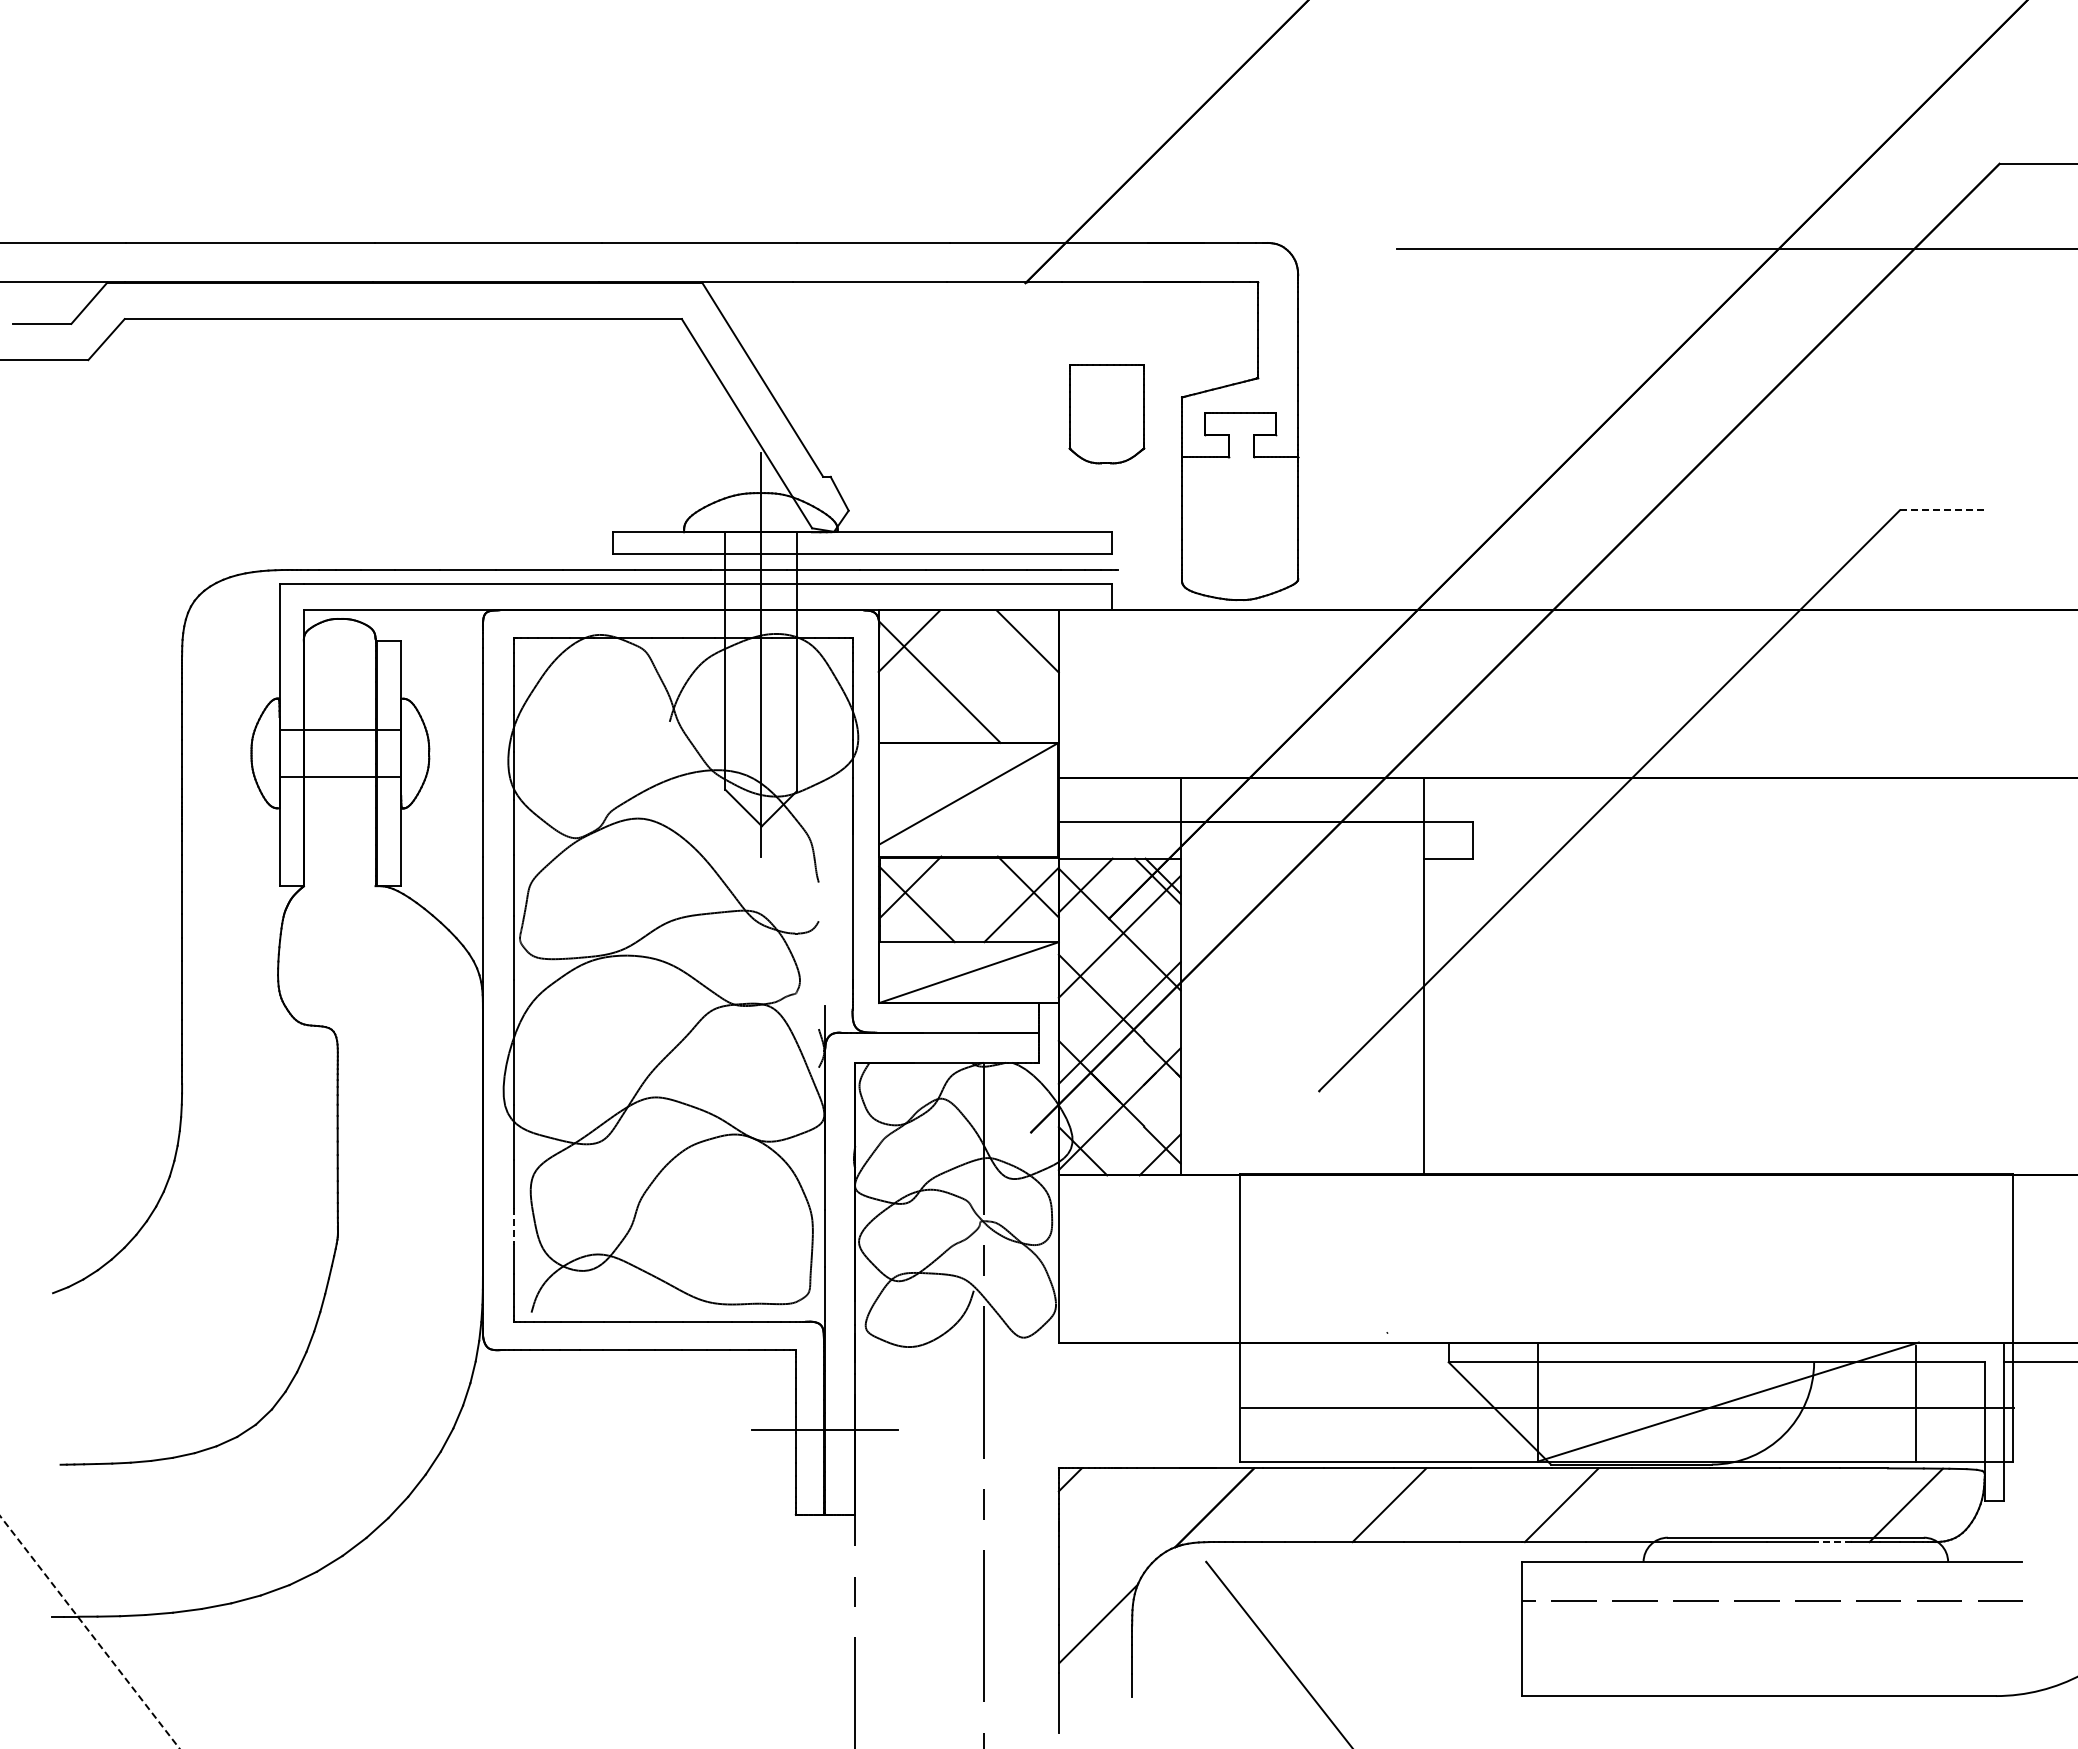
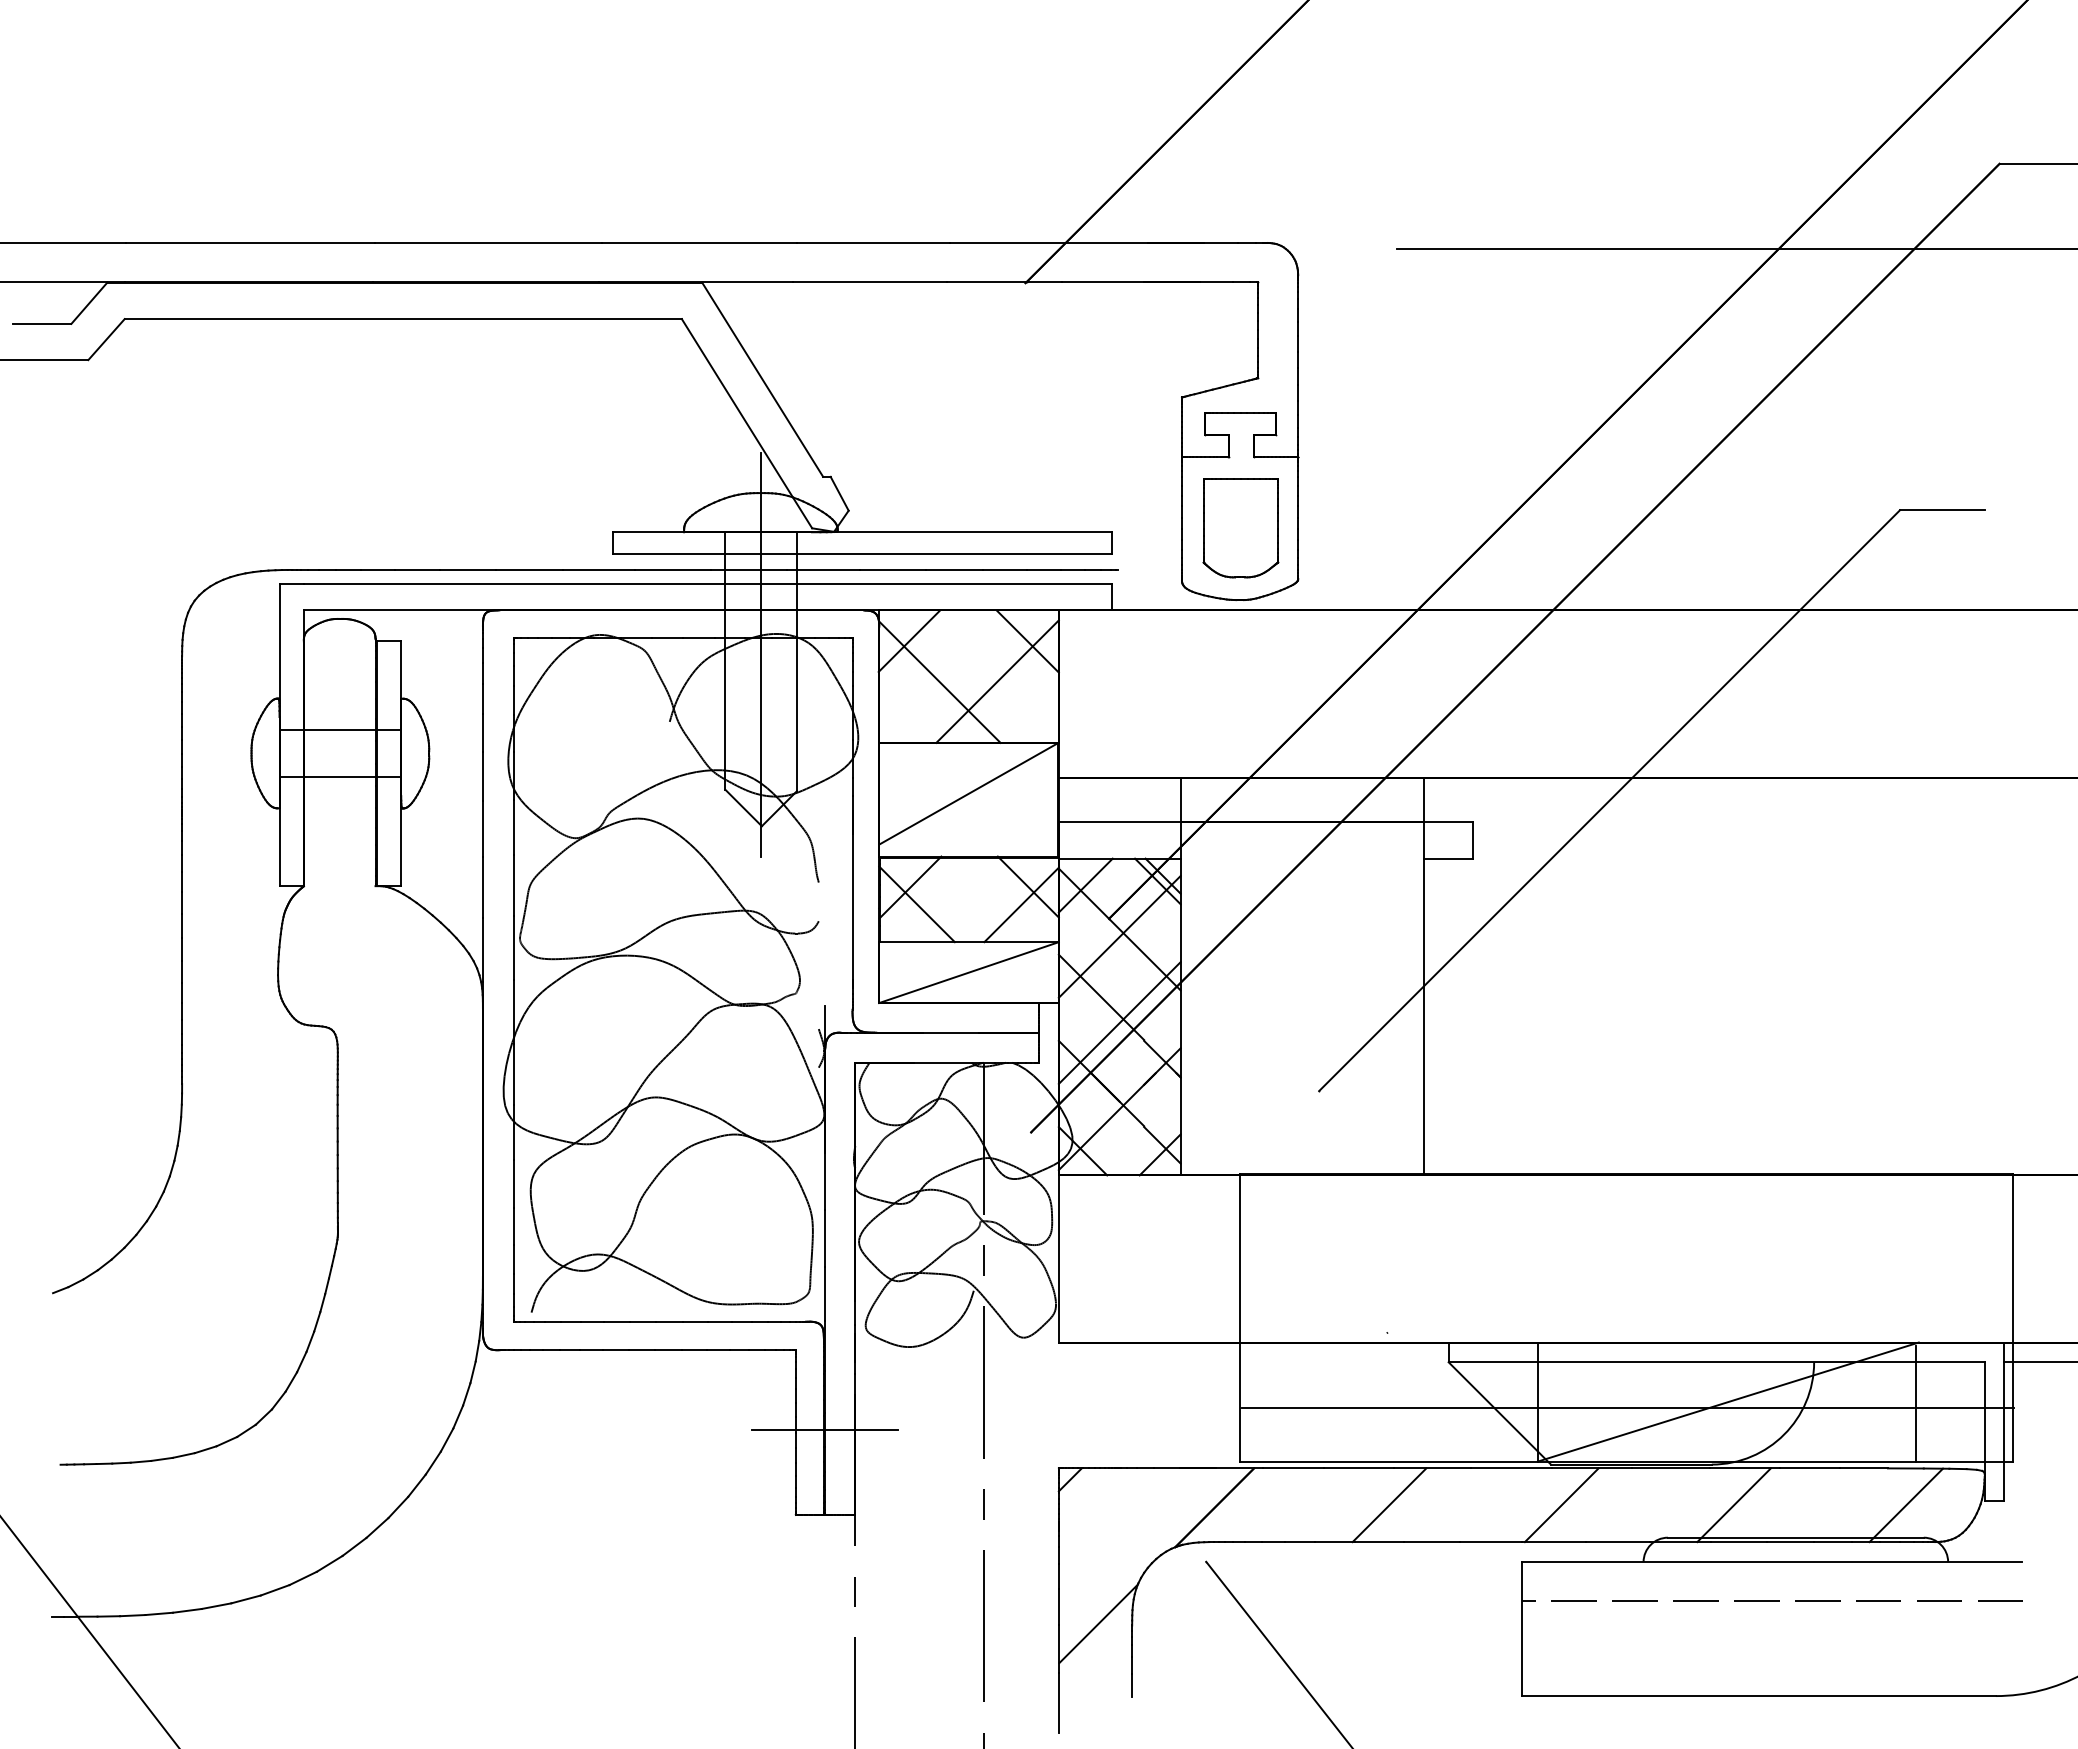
part at (1106, 414) position: (1106, 414) -> (1240, 528)
line at (1942, 510): dashed -> solid
line at (997, 681): none -> present
line at (513, 1226): dashed -> solid
line at (1733, 1505): none -> present
line at (1832, 1542): dashed -> solid
line at (89, 1631): dashed -> solid
